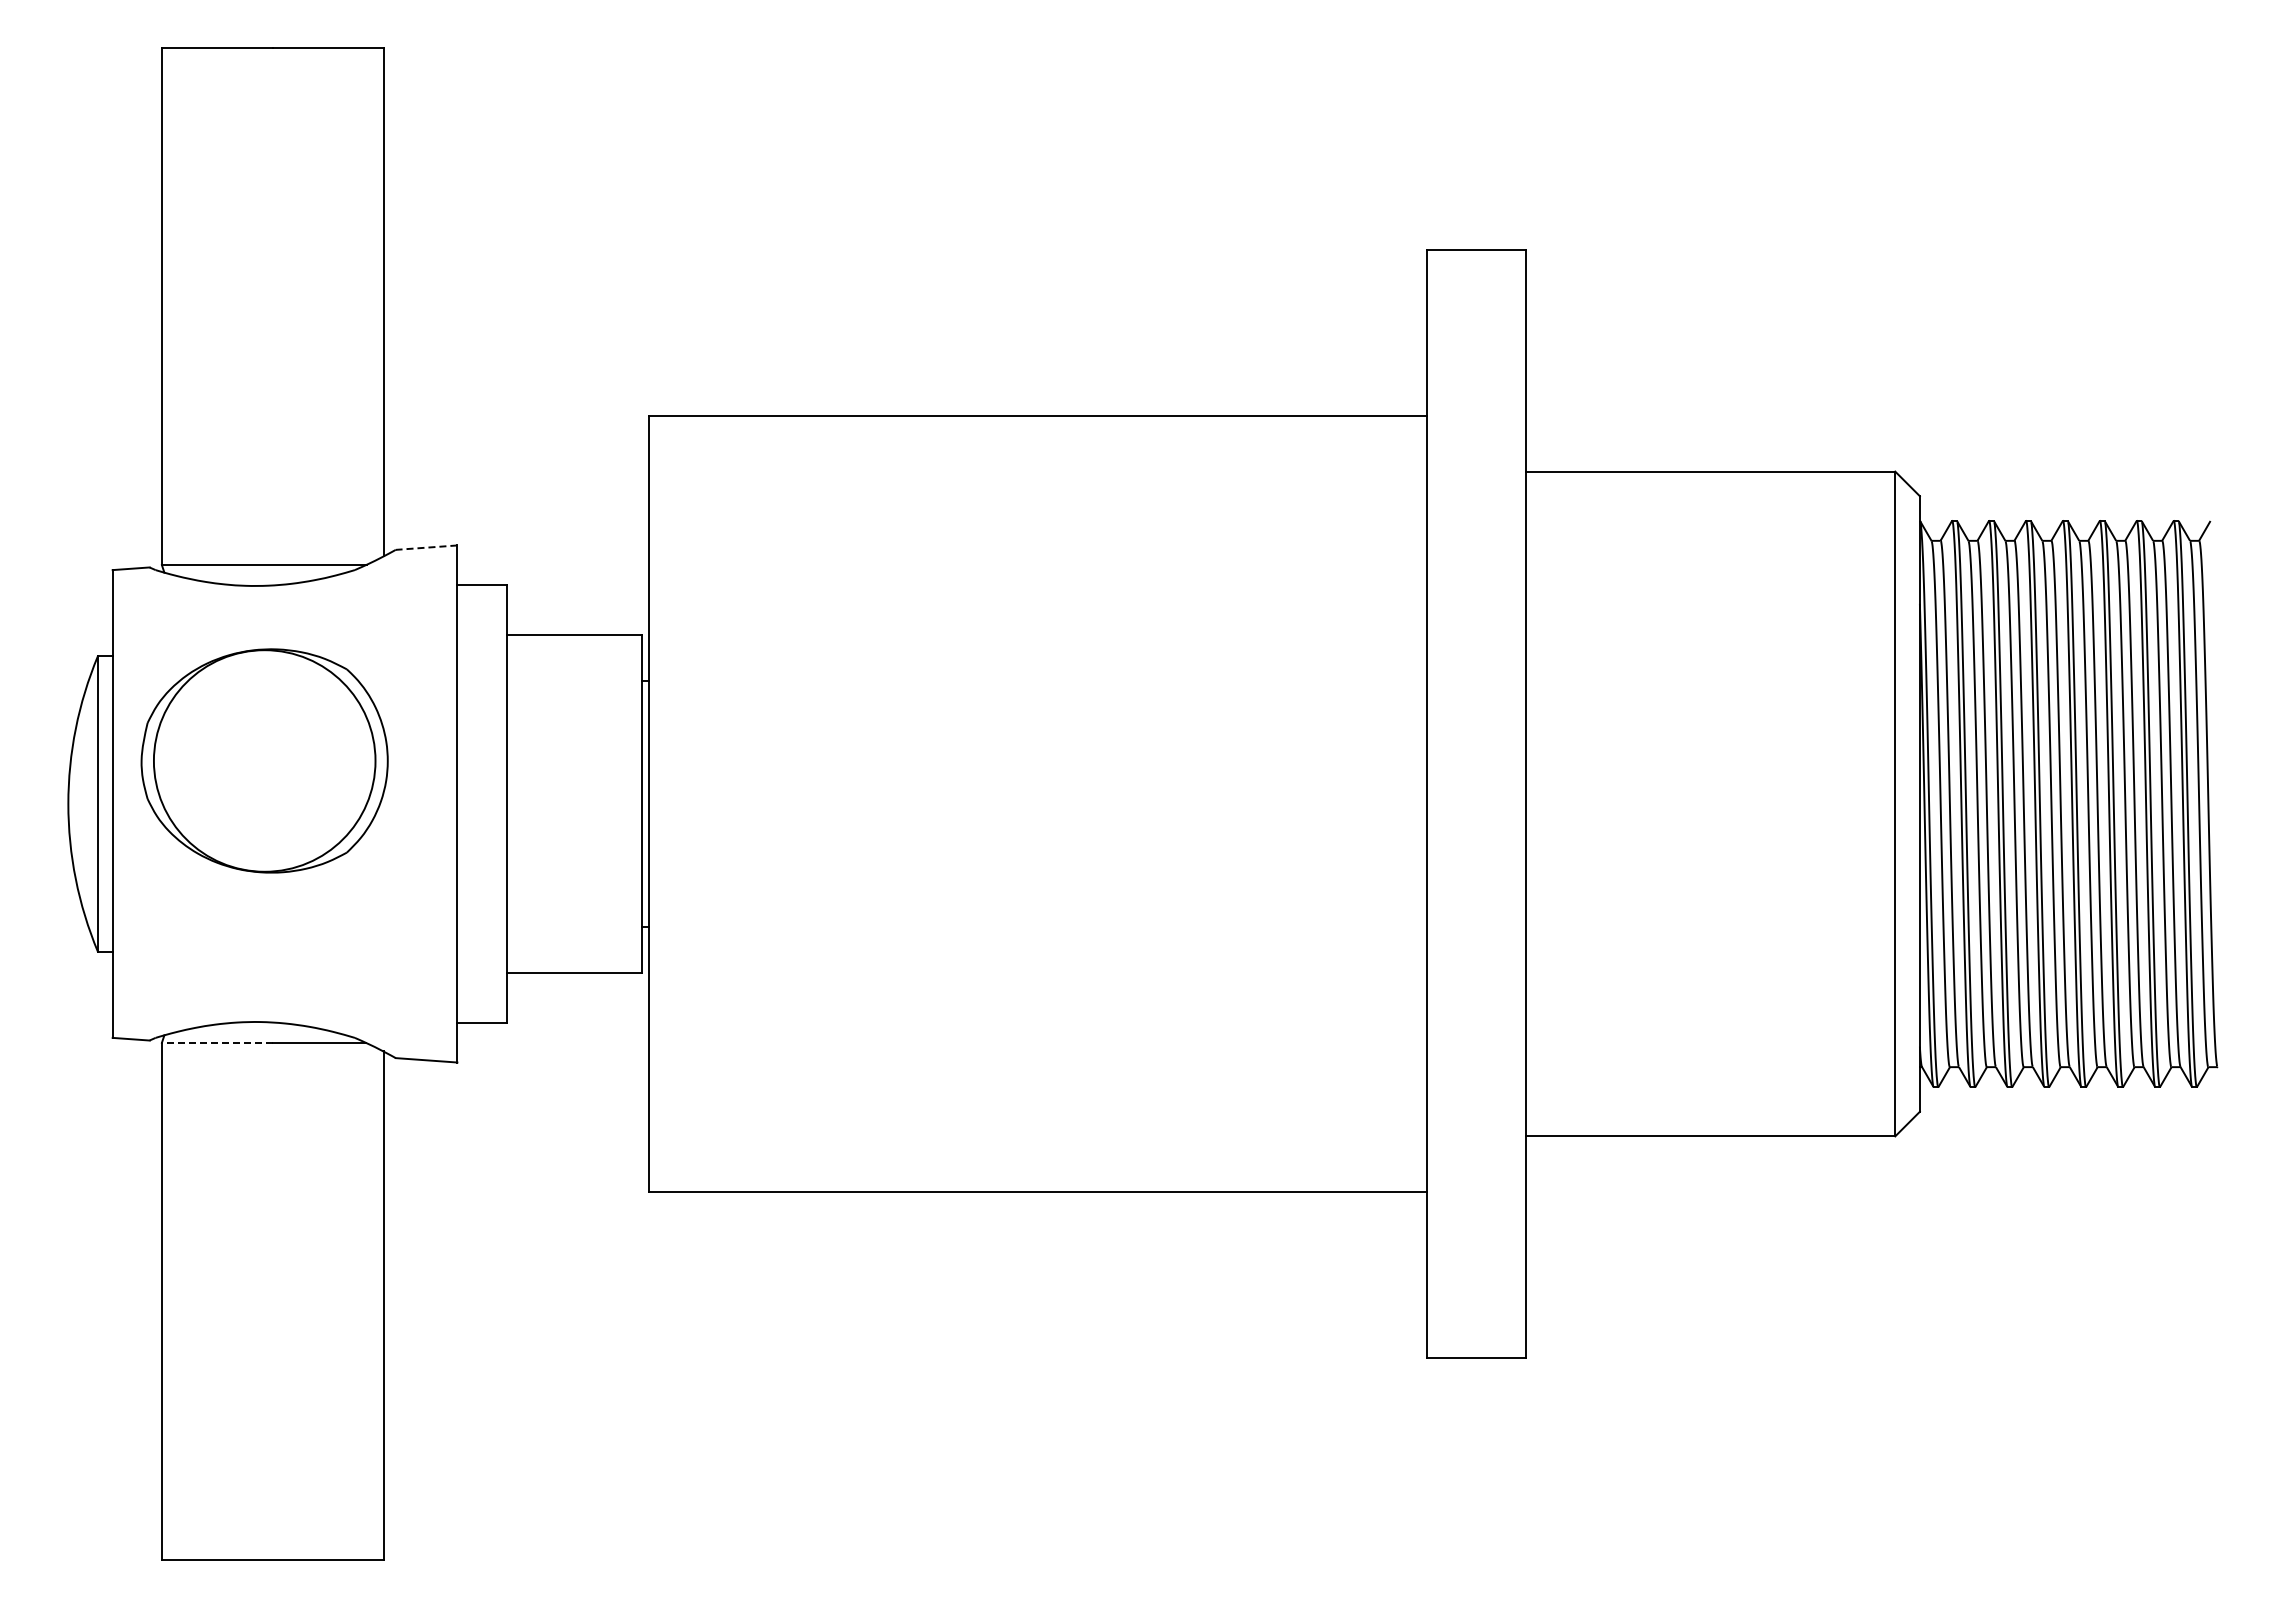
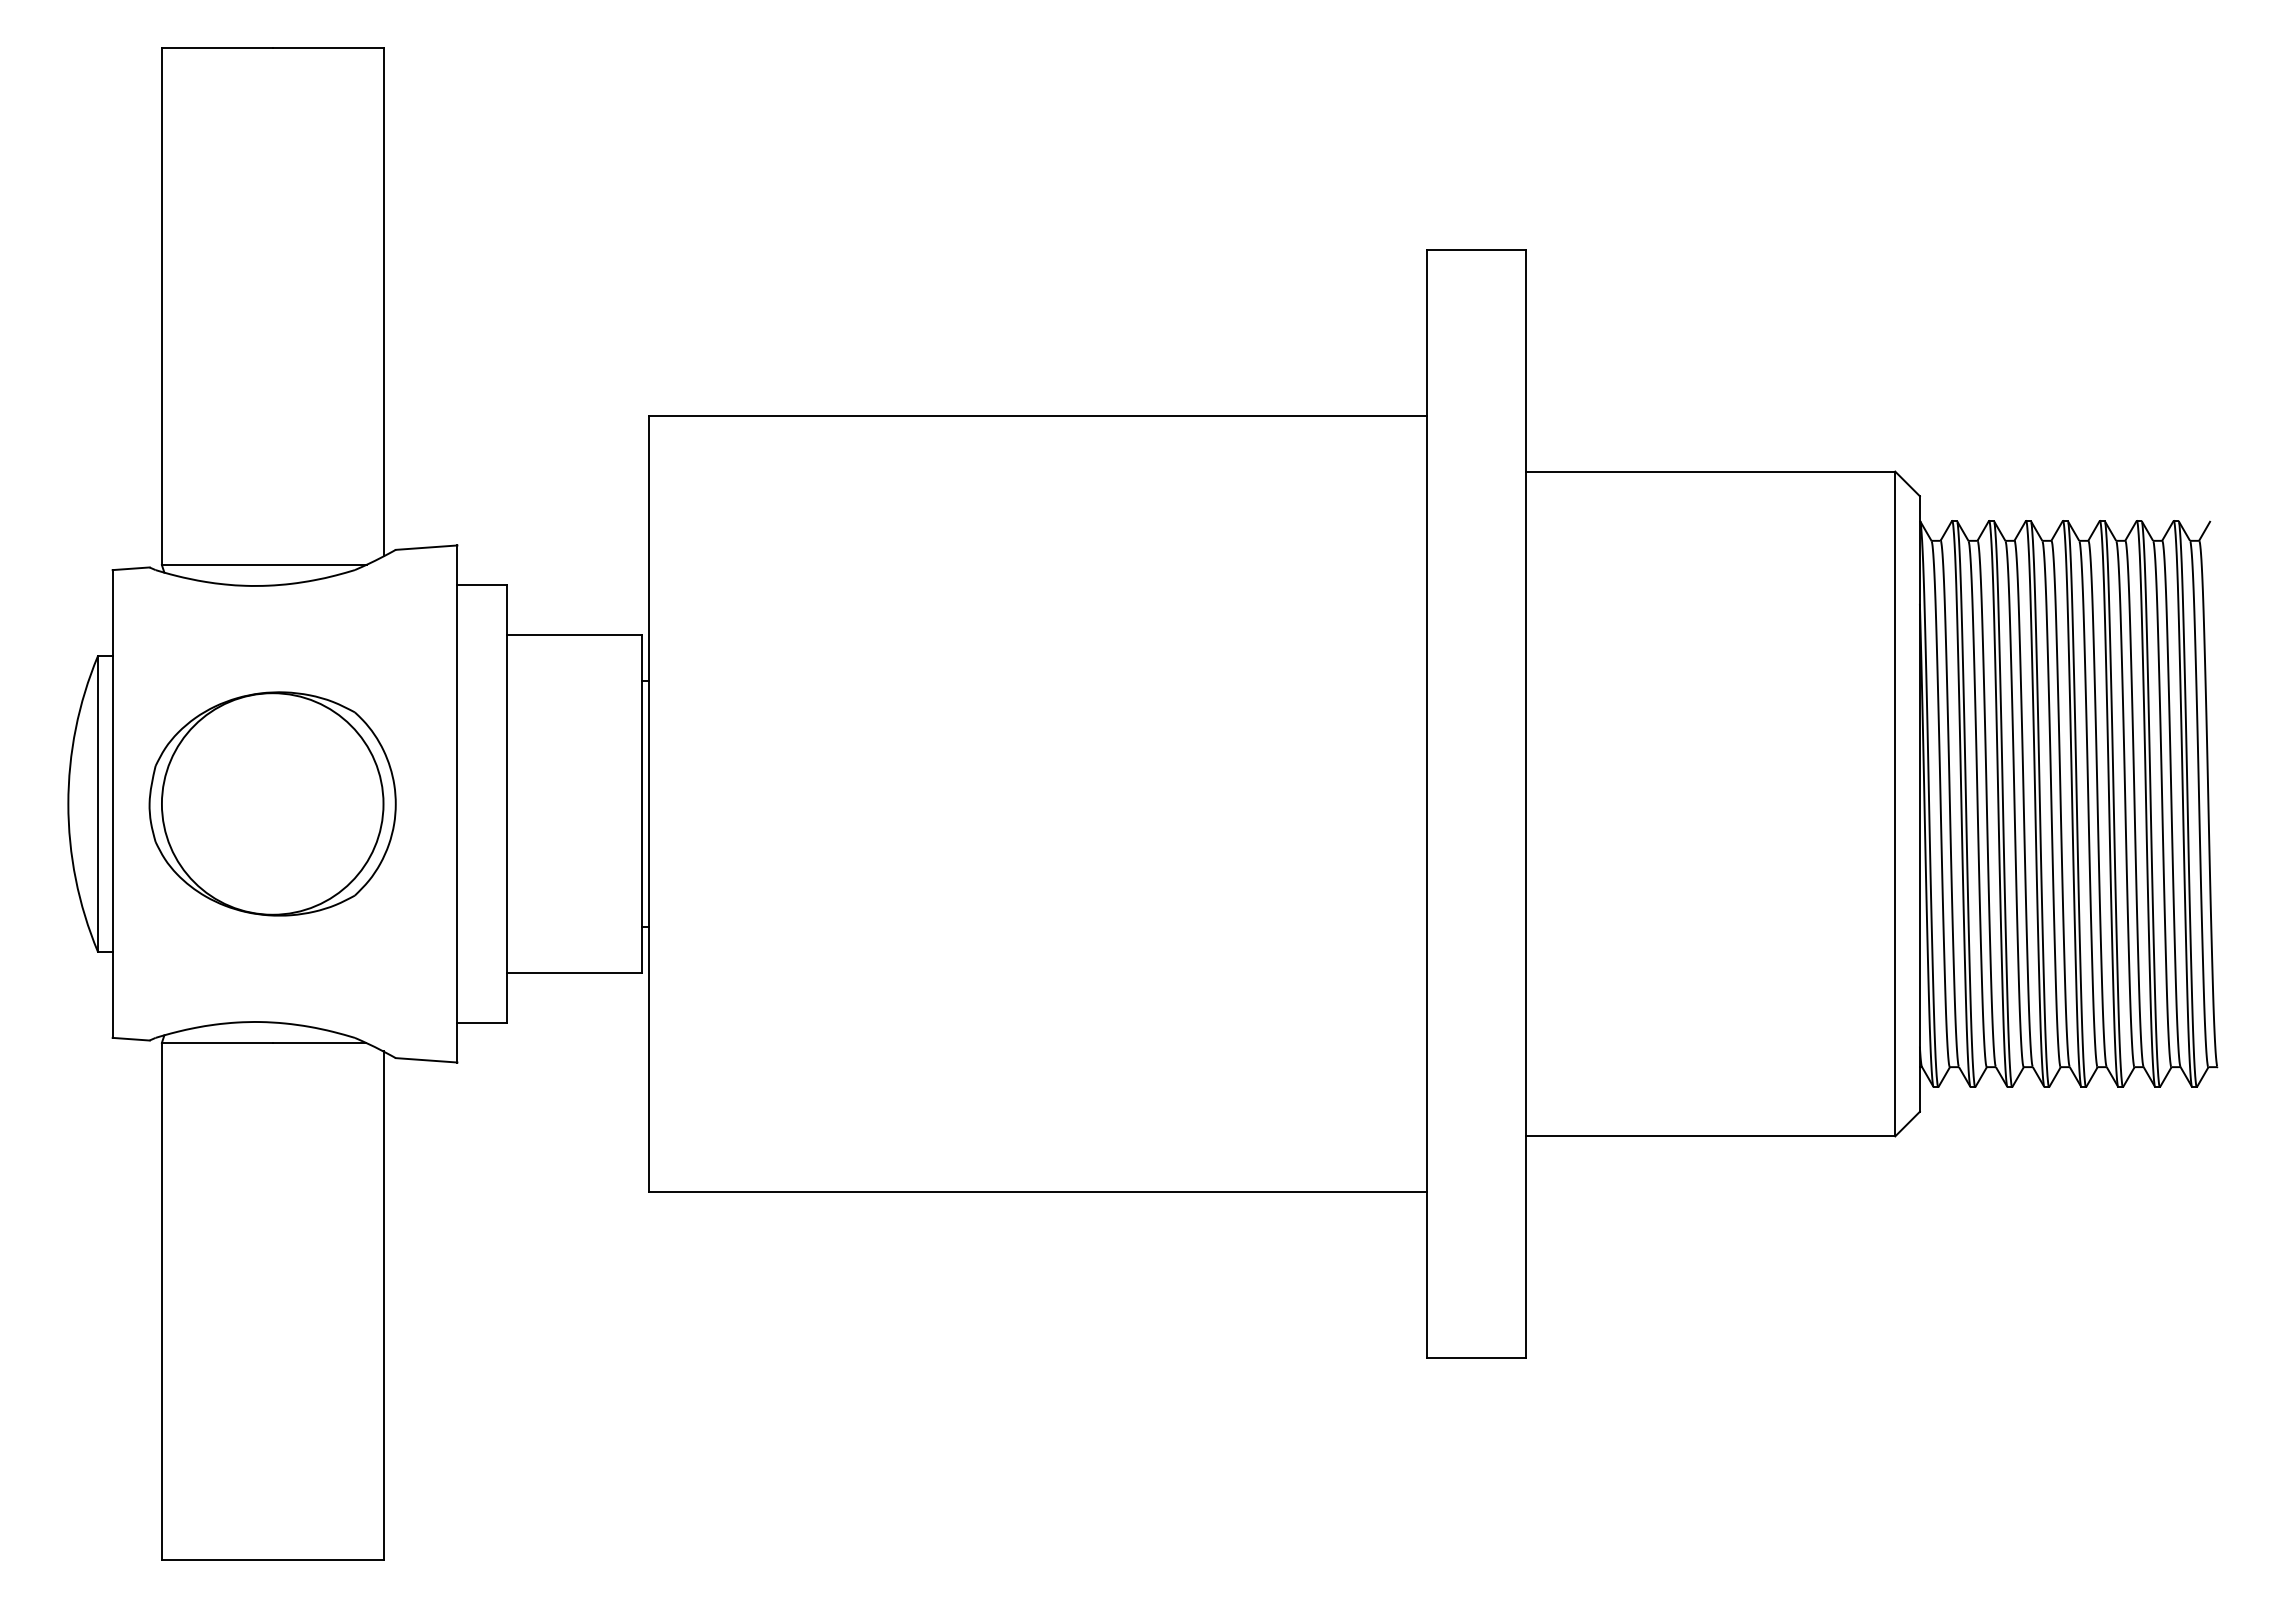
line at (426, 547): dashed -> solid
part at (264, 760) position: (264, 760) -> (272, 803)
line at (216, 1042): dashed -> solid
